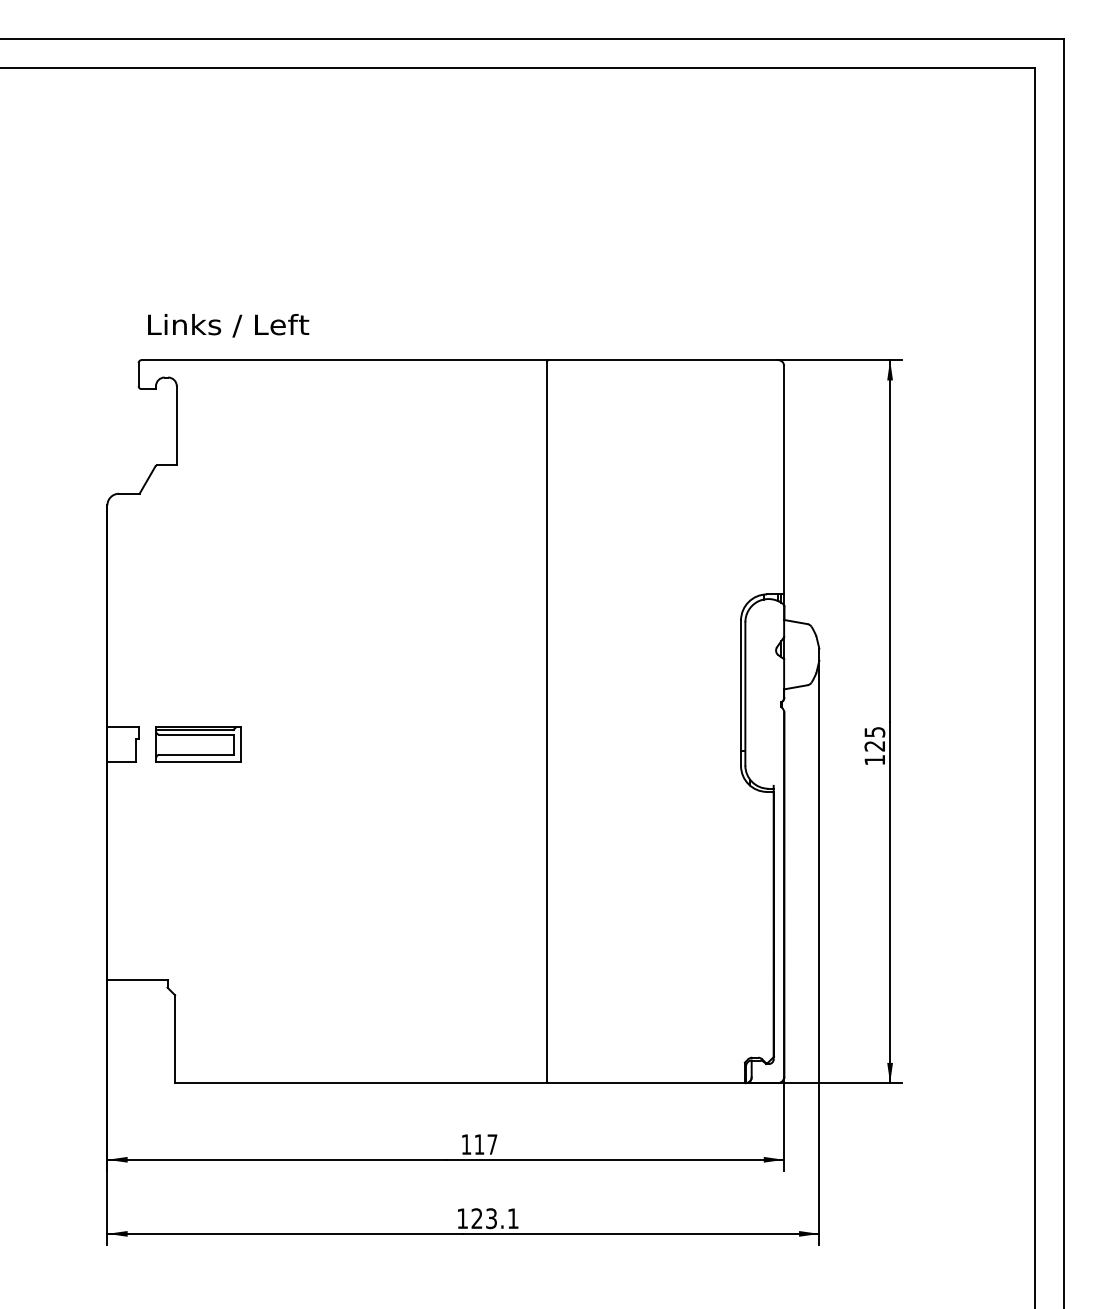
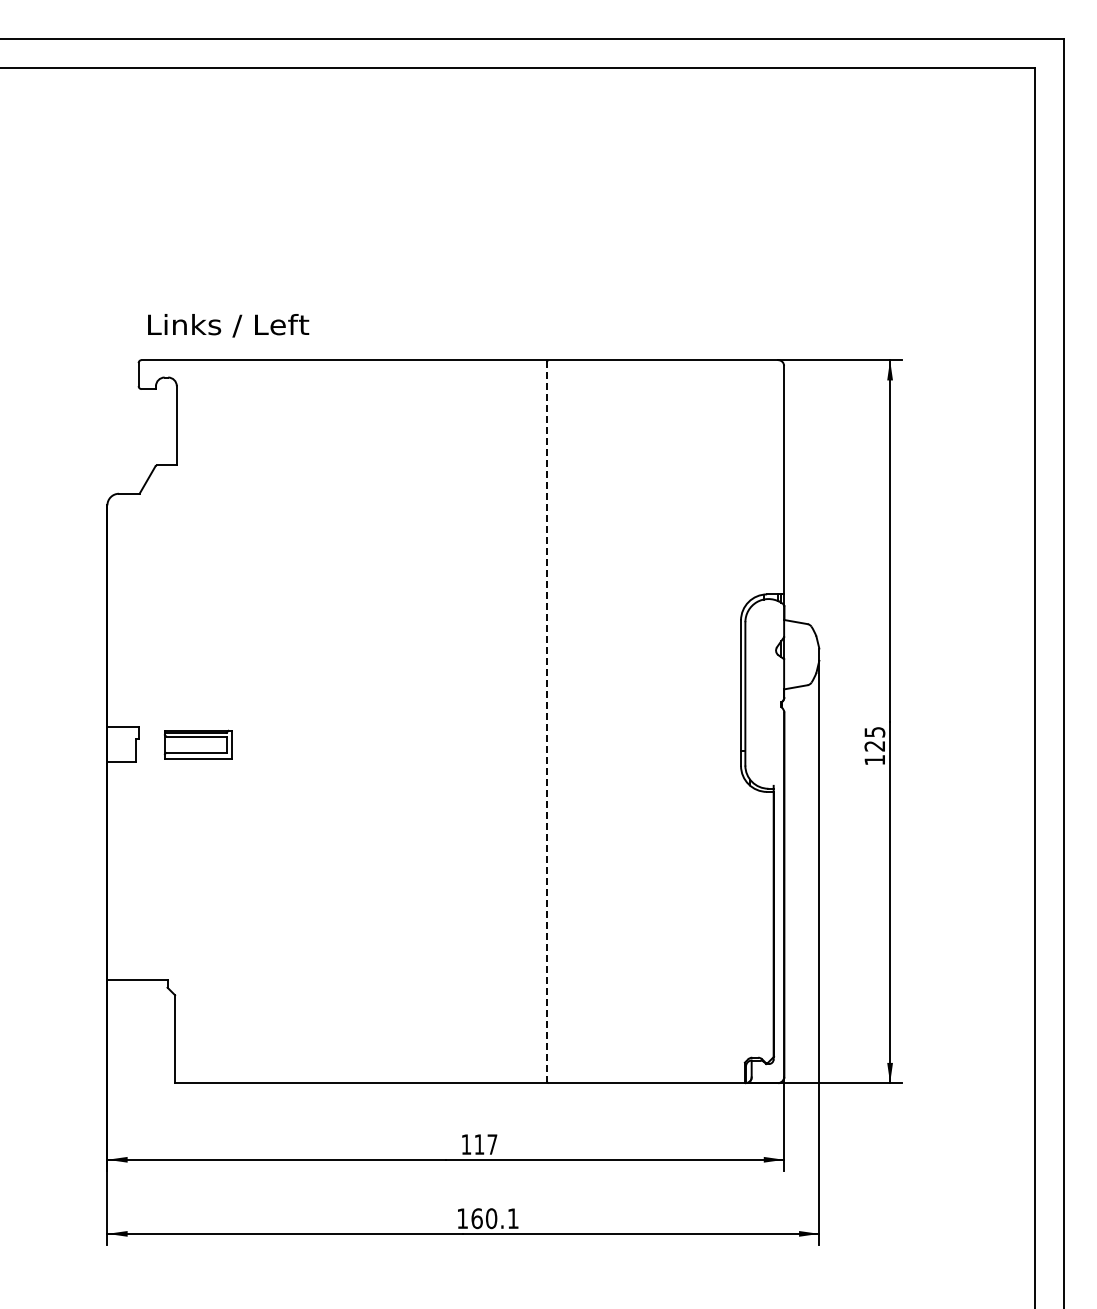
line at (546, 721): solid -> dashed
part at (198, 744) size: 87x37 px -> 70x31 px
text at (484, 1218): 123.1 -> 160.1
